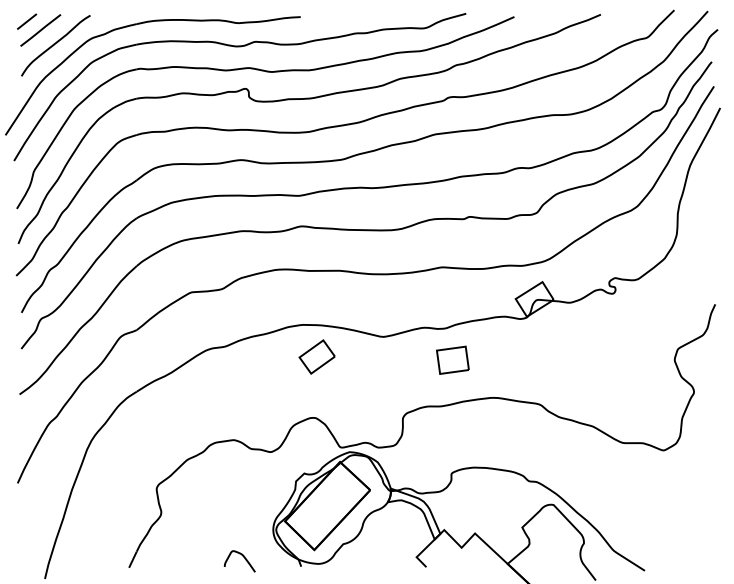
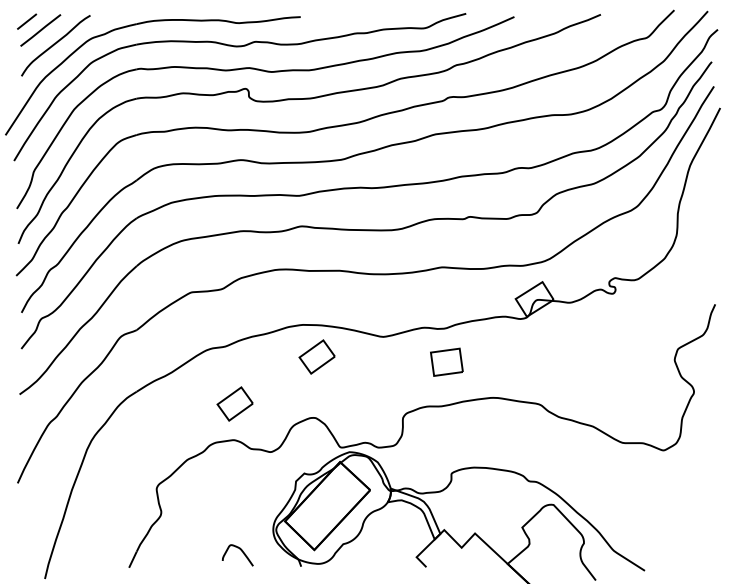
part at (452, 359) position: (452, 359) -> (446, 361)
part at (234, 403): none -> present
curve at (243, 557) position: (243, 557) -> (241, 551)
